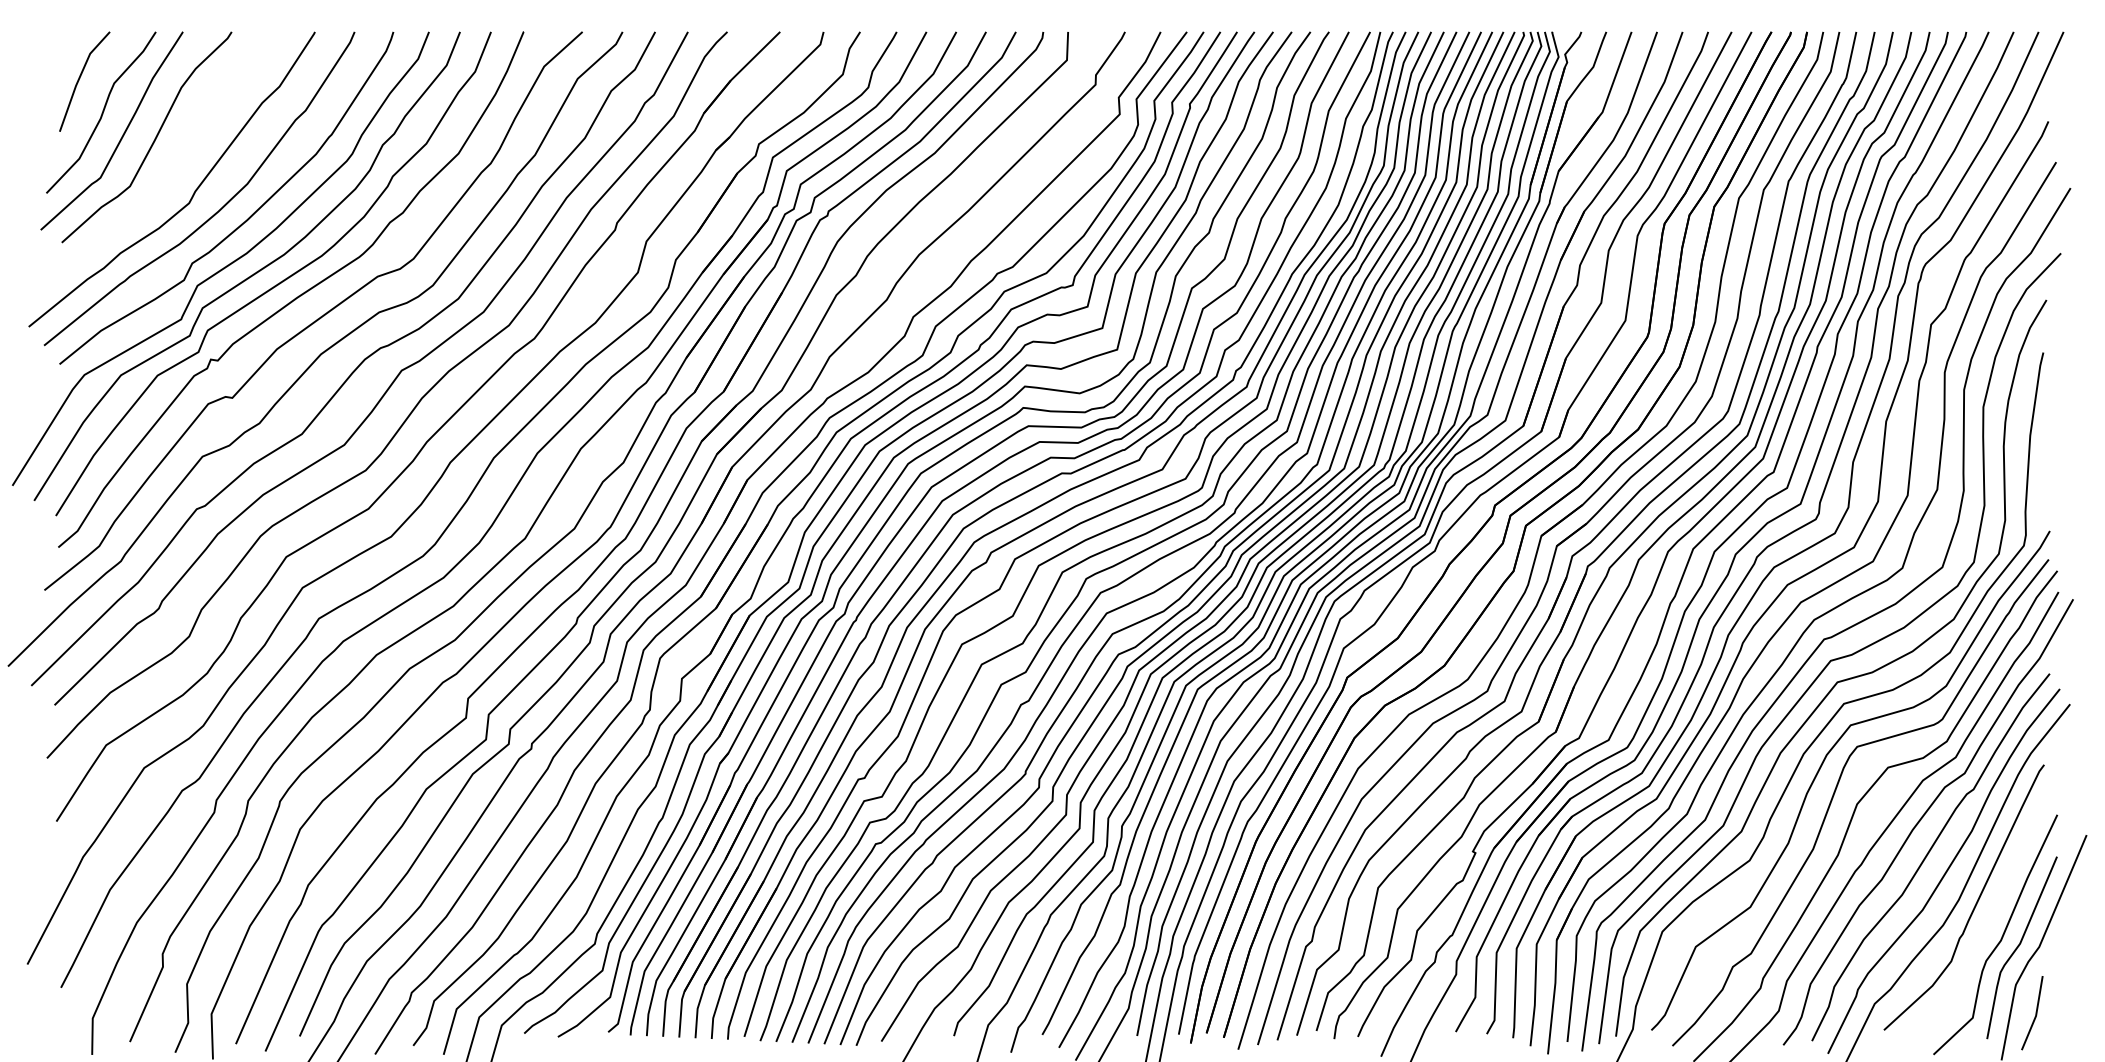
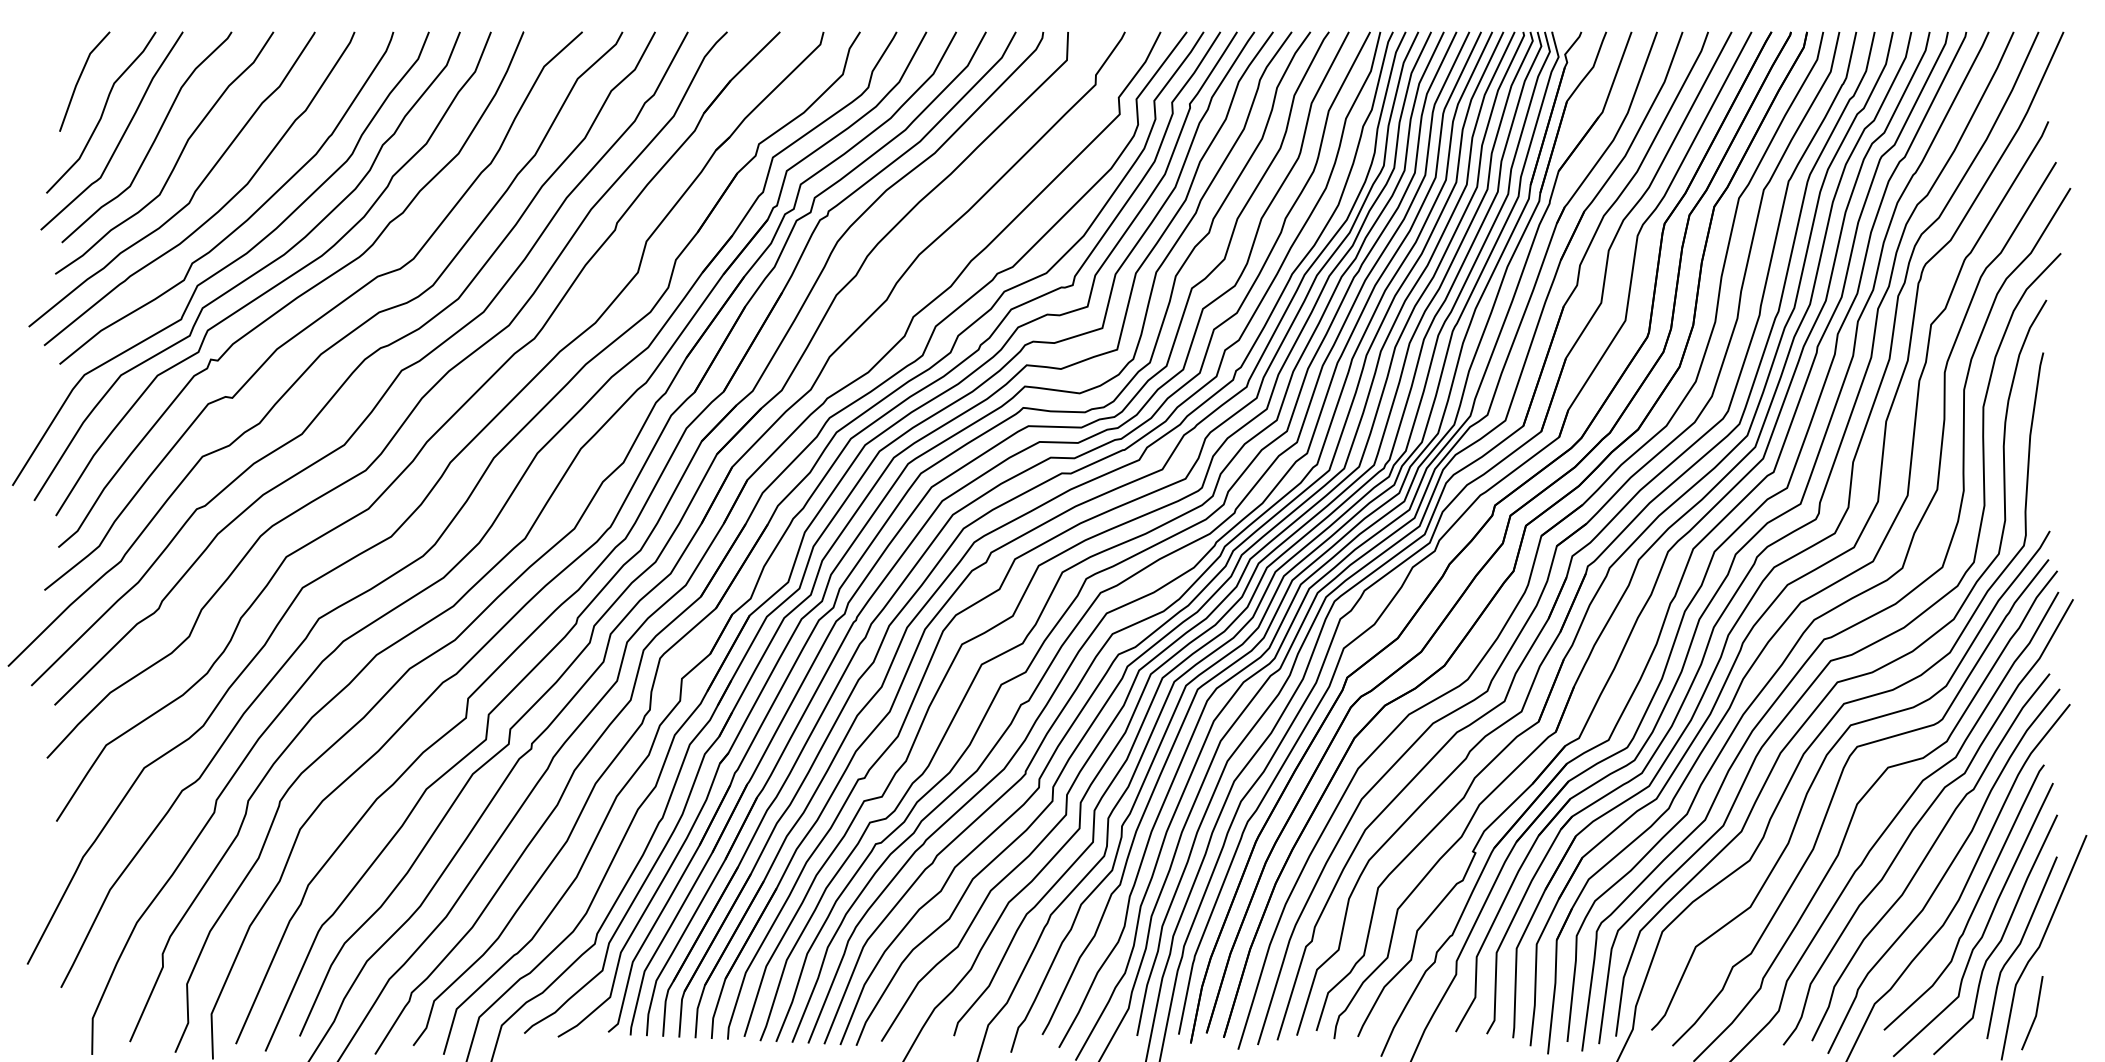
curve at (177, 158): none -> present
curve at (1986, 923): none -> present
